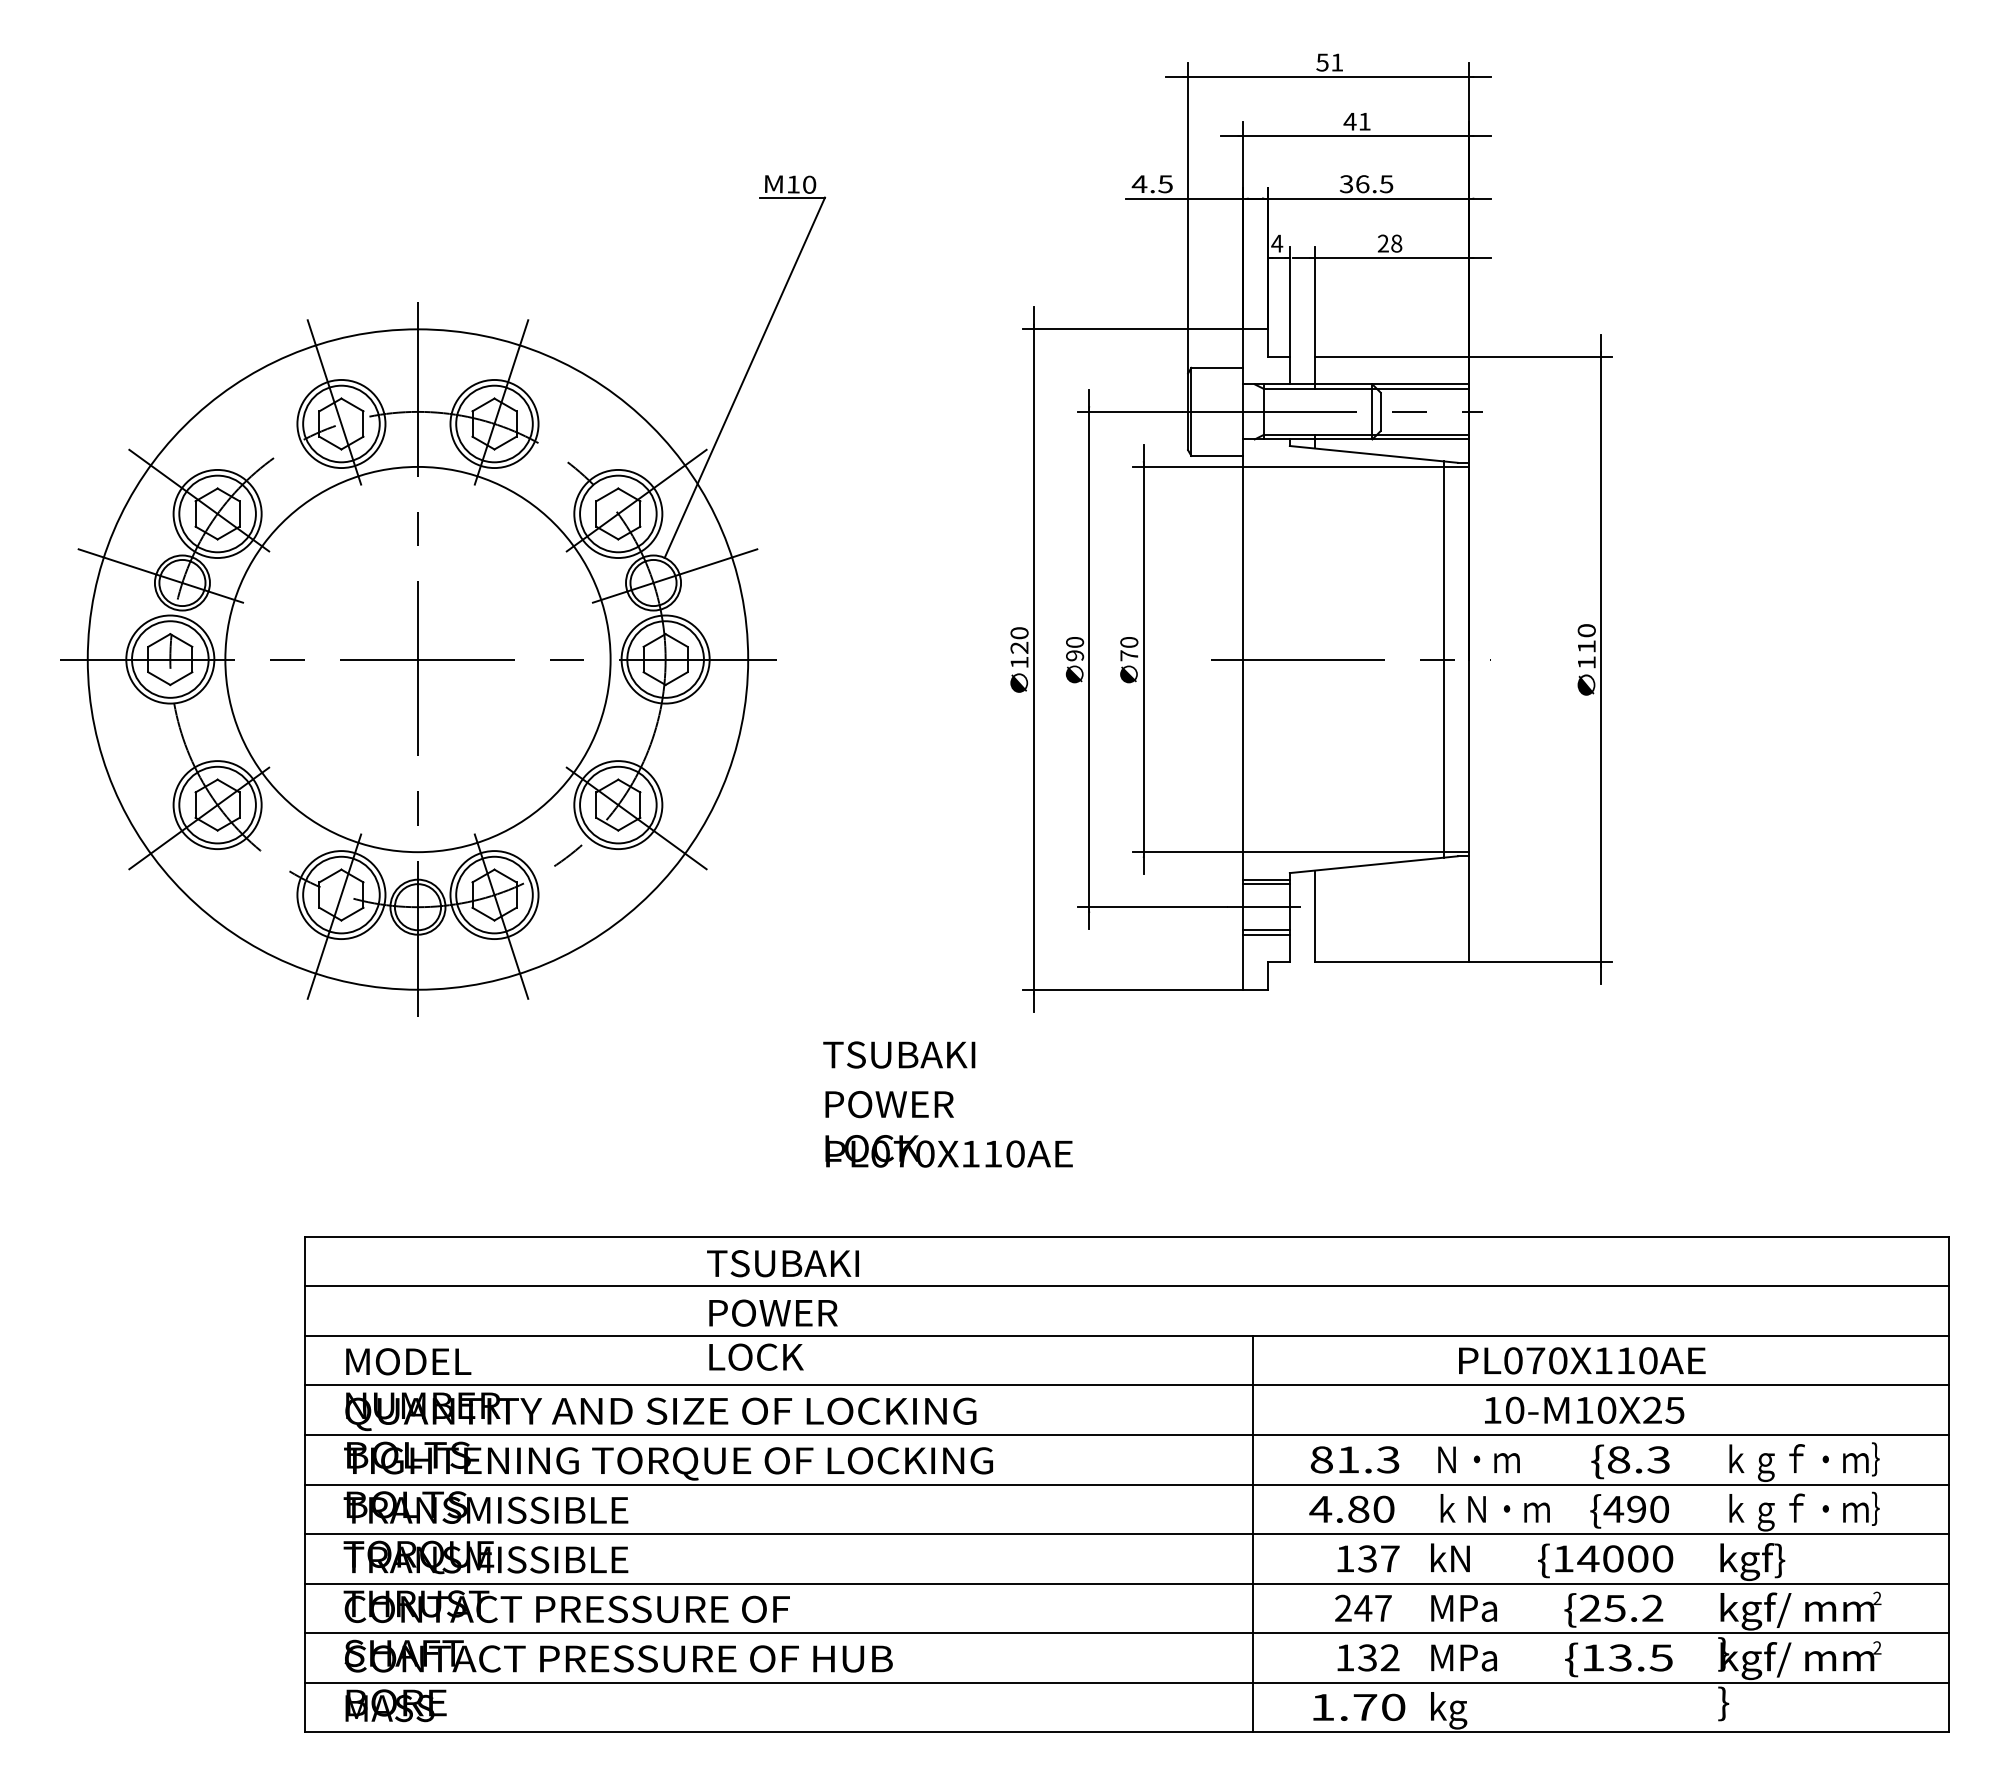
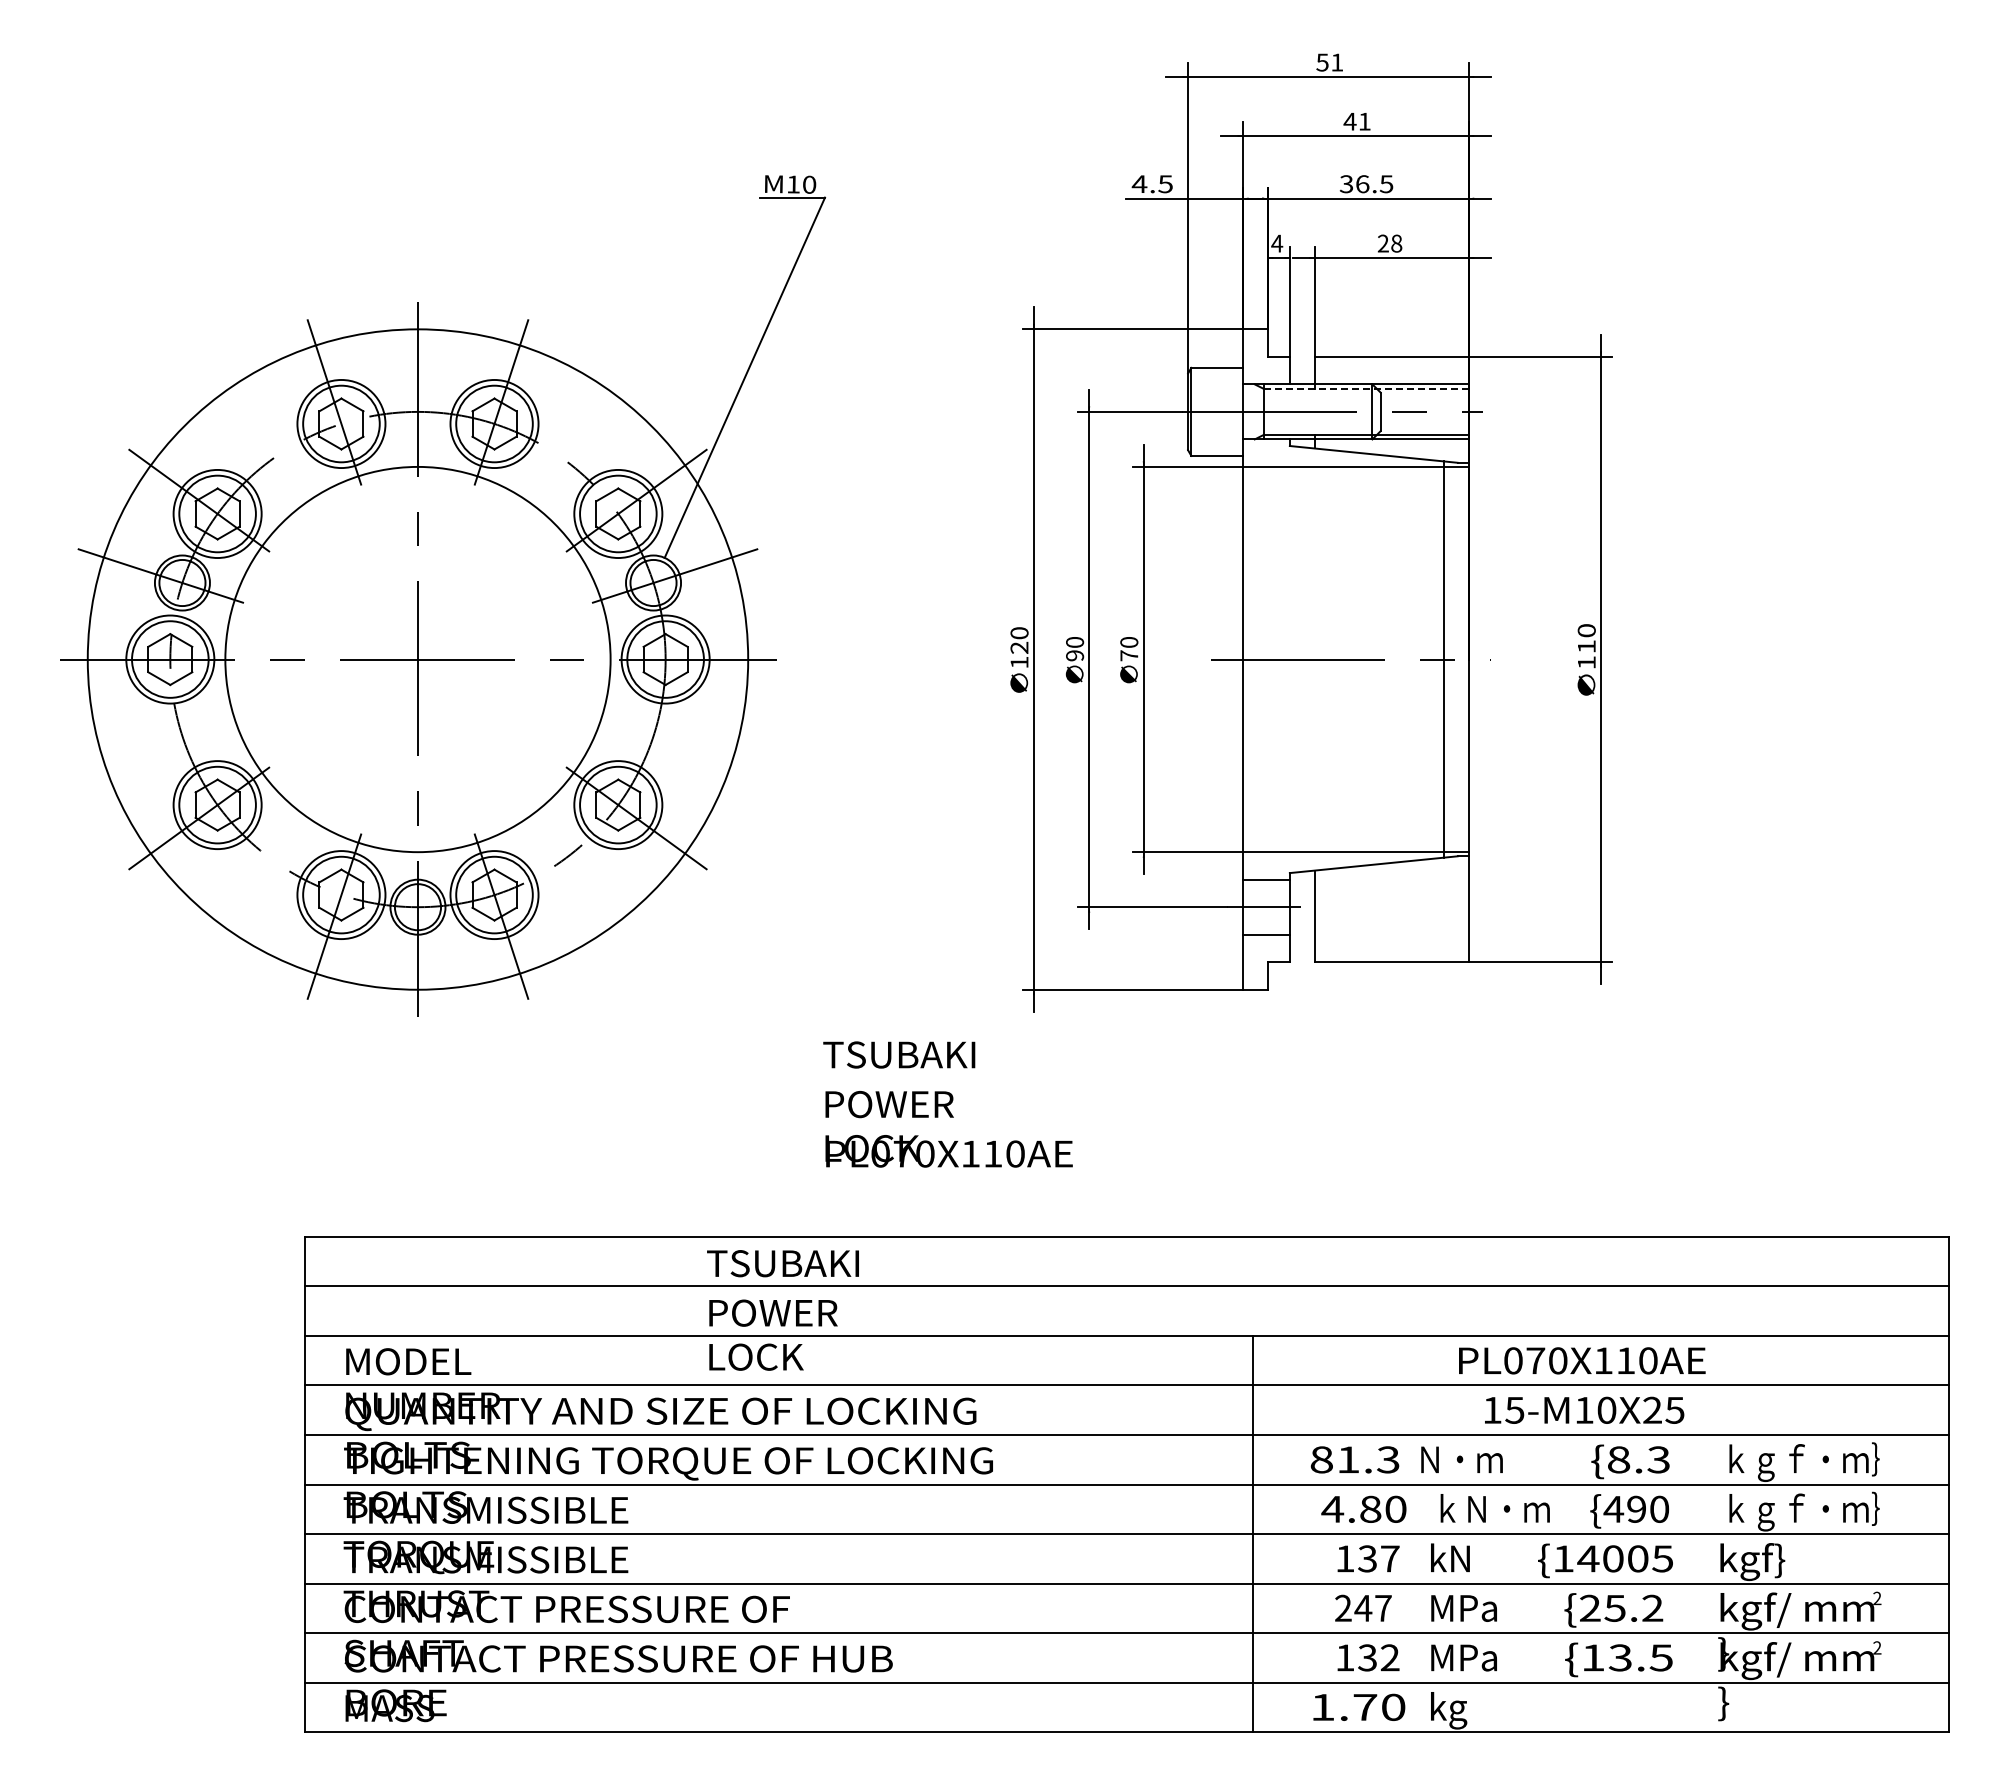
line at (1366, 388): solid -> dashed
line at (1266, 884): present -> none
line at (1266, 930): present -> none
text at (1514, 1409): 10-M10X25 -> 15-M10X25
text at (1478, 1459) position: (1478, 1459) -> (1461, 1459)
text at (1351, 1508) position: (1351, 1508) -> (1363, 1508)
text at (1662, 1558): 14000 -> 14005
